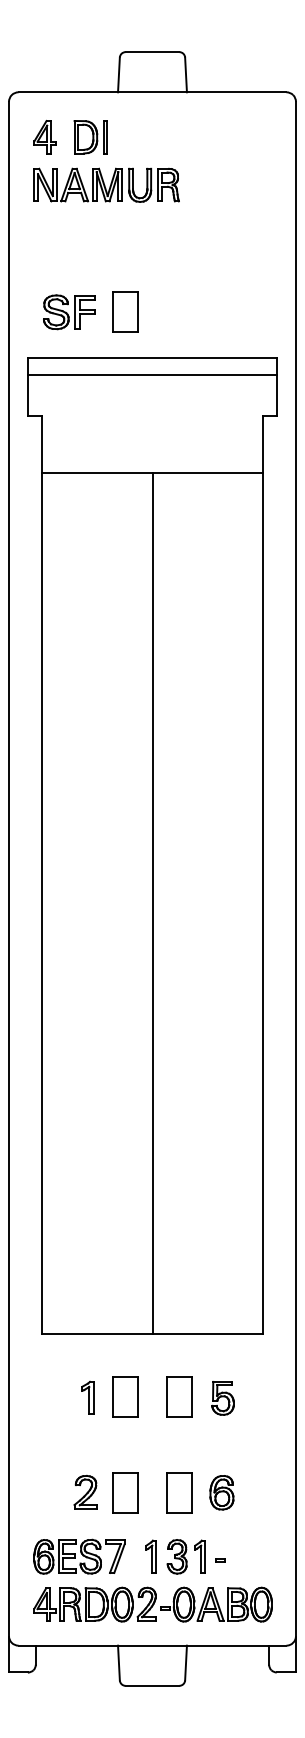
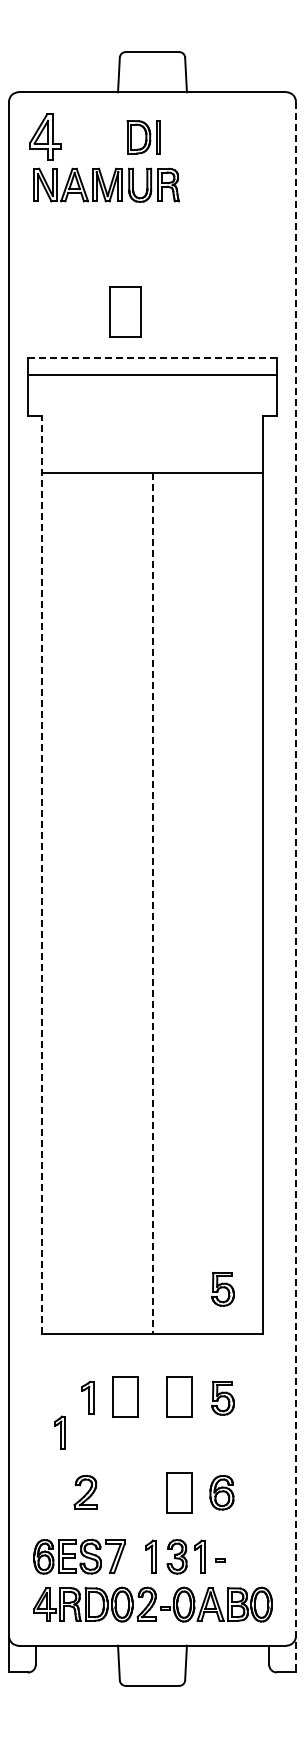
part at (44, 137) size: 24x35 px -> 33x48 px
part at (90, 137) position: (90, 137) -> (143, 137)
part at (125, 311) size: 27x42 px -> 33x52 px
part at (69, 312): present -> none
line at (153, 358): solid -> dashed
line at (41, 874): solid -> dashed
line at (295, 887): solid -> dashed
line at (152, 903): solid -> dashed
part at (222, 1289): none -> present
part at (59, 1432): none -> present
part at (125, 1492): present -> none
